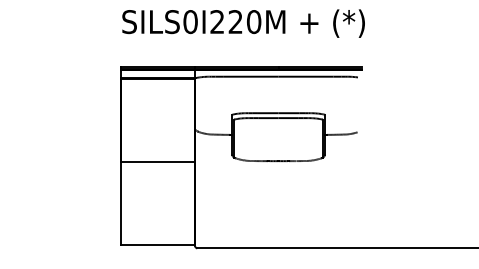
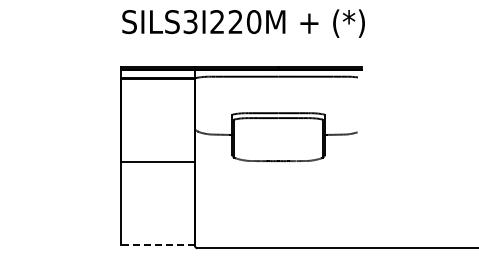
text at (190, 22): SILS0I220M -> SILS3I220M
line at (158, 244): solid -> dashed
